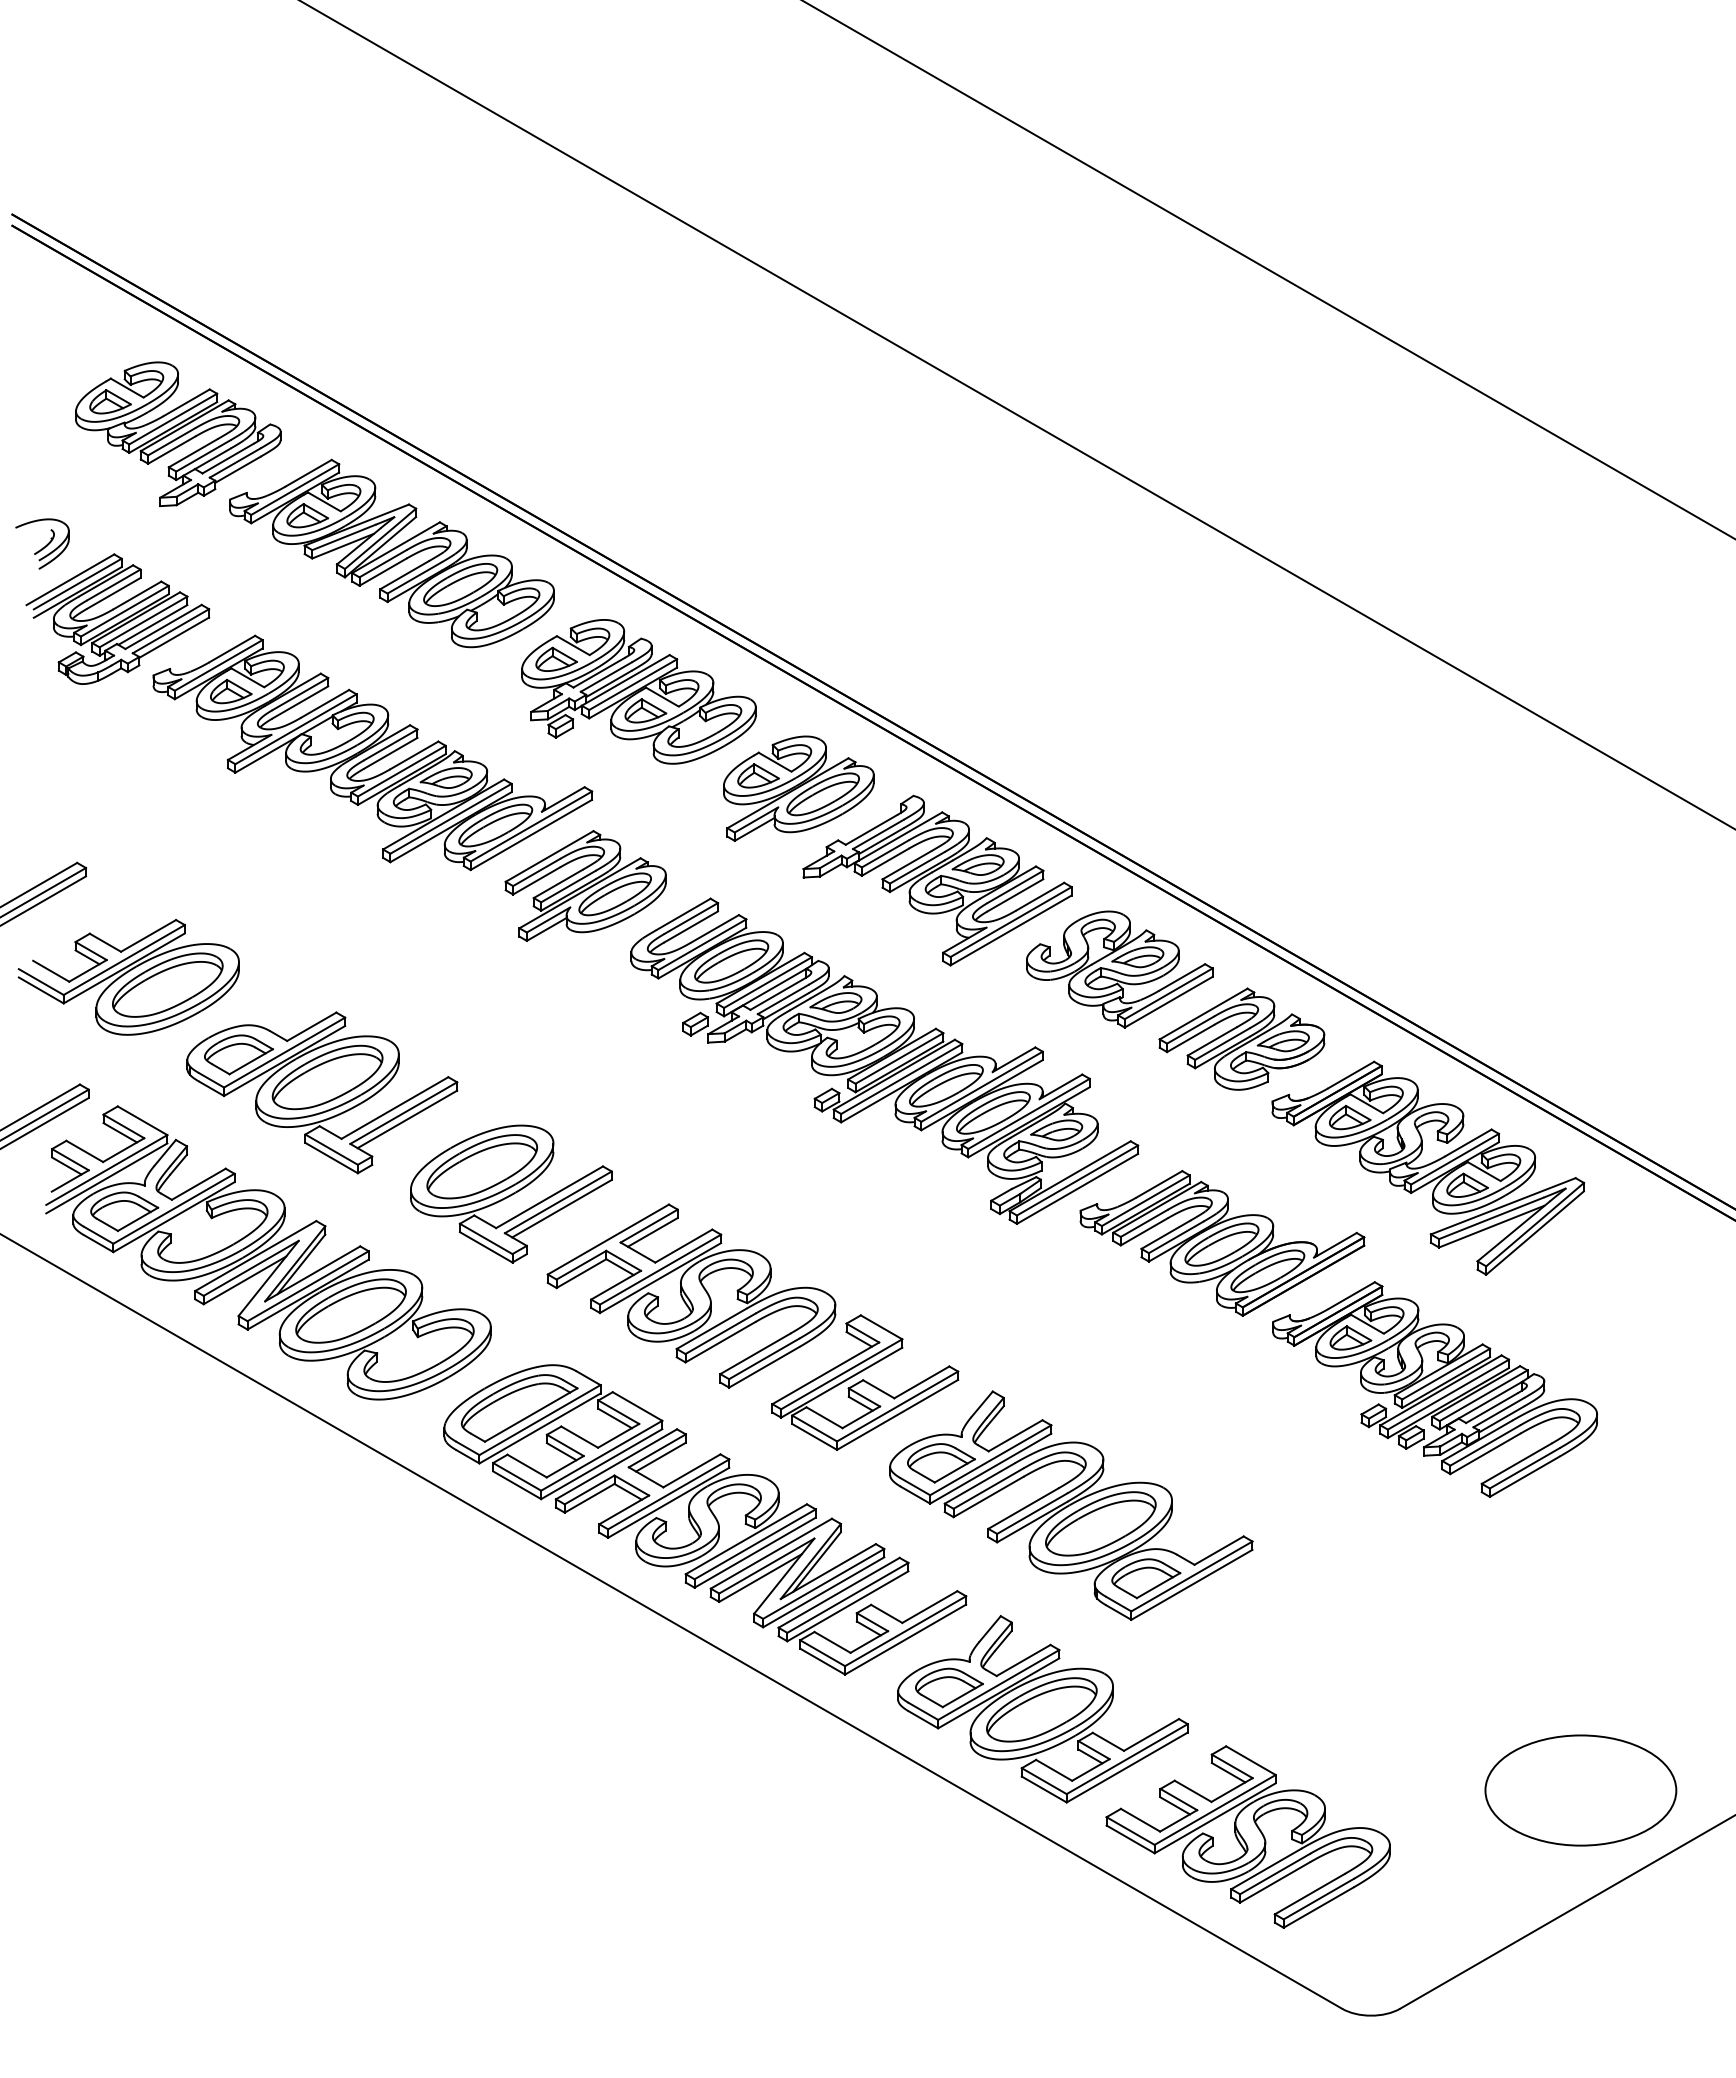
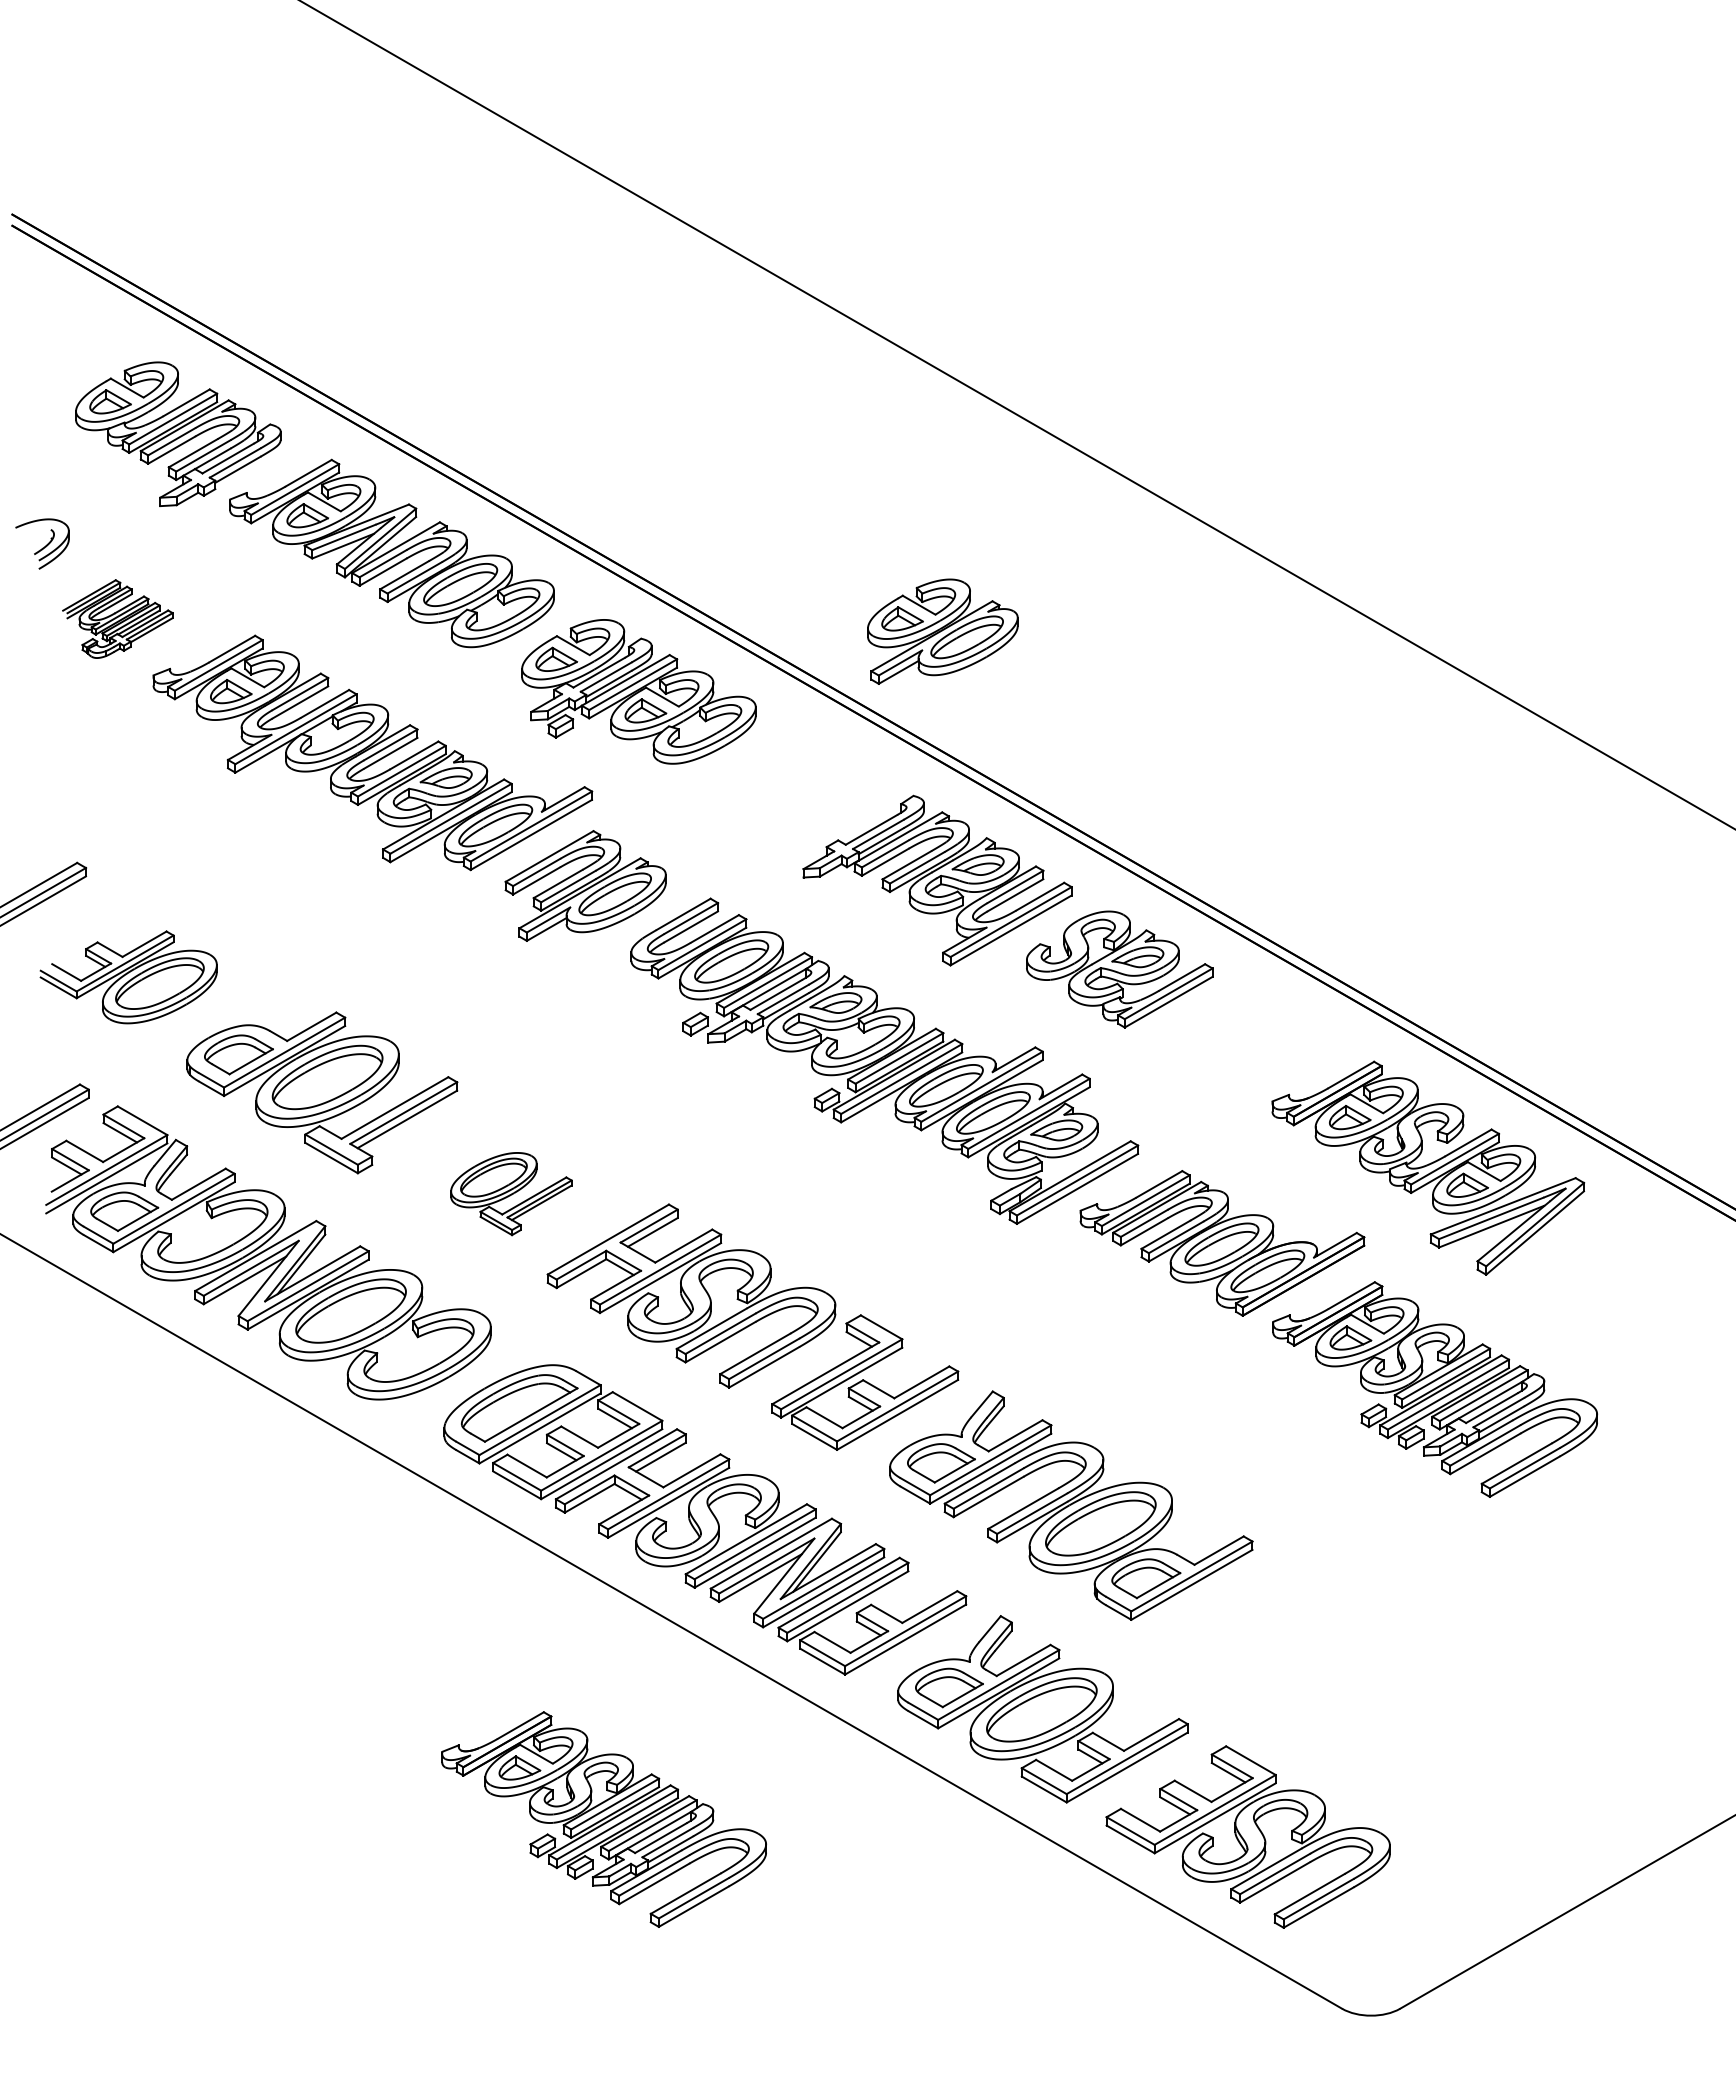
line at (1268, 269): present -> none
part at (117, 618) size: 186x132 px -> 112x80 px
part at (798, 788) position: (798, 788) -> (942, 631)
part at (128, 977) size: 223x117 px -> 179x95 px
part at (1241, 1038): present -> none
part at (511, 1193) size: 203x140 px -> 123x85 px
part at (1580, 1790): present -> none
part at (603, 1819): none -> present
